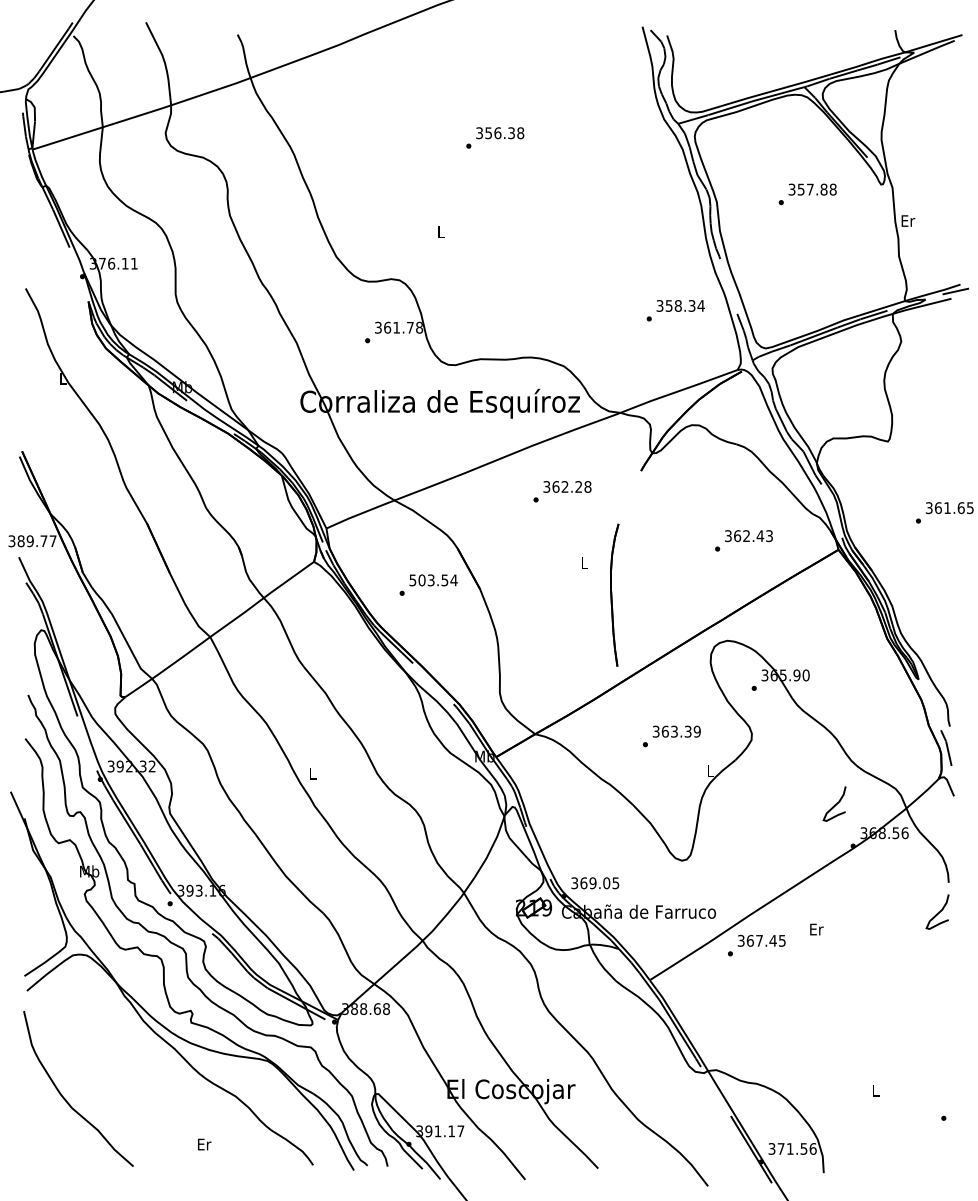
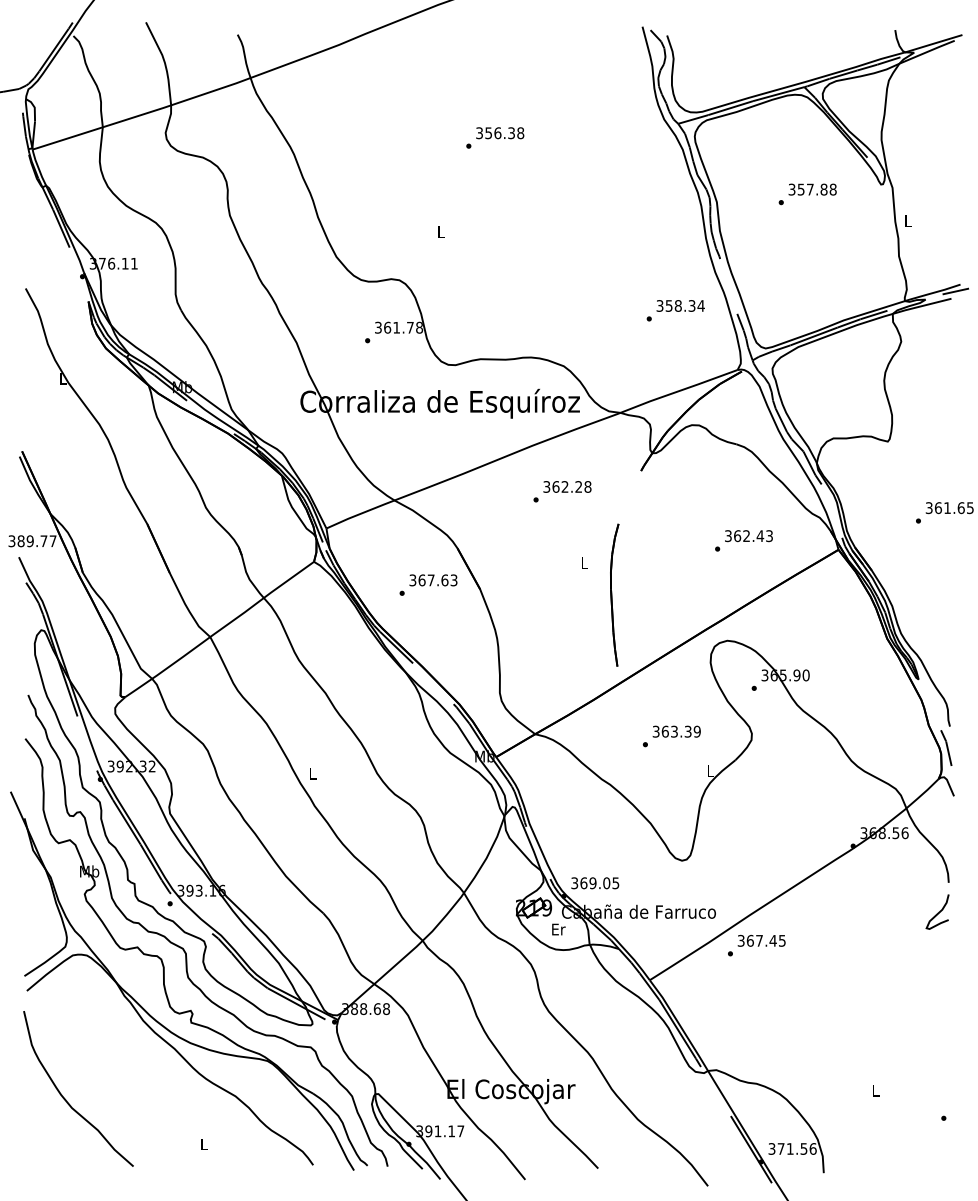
text at (908, 220): Er -> L
text at (433, 580): 503.54 -> 367.63
curve at (835, 803): present -> none
text at (816, 929) position: (816, 929) -> (558, 929)
text at (204, 1144): Er -> L
